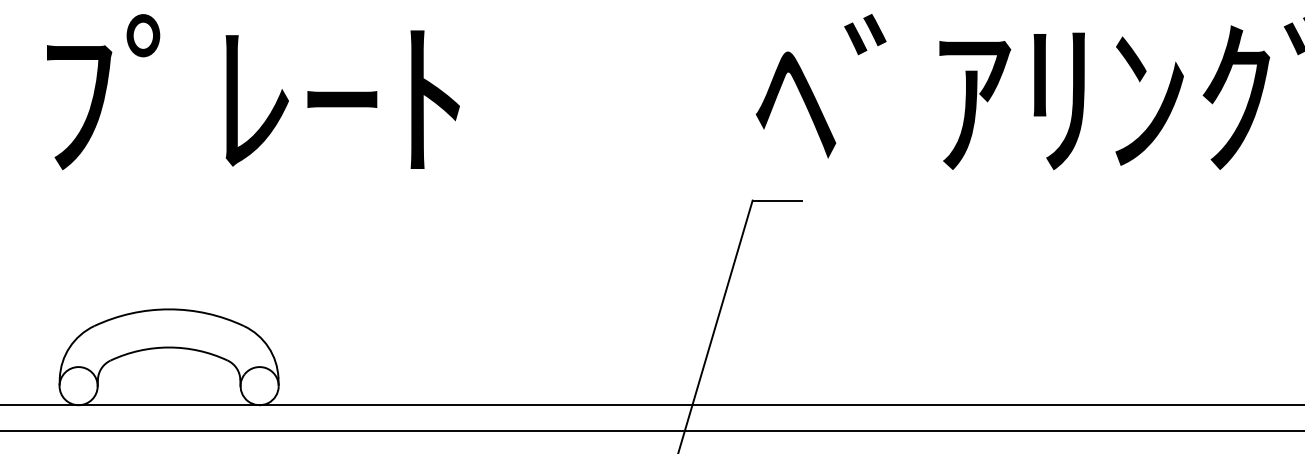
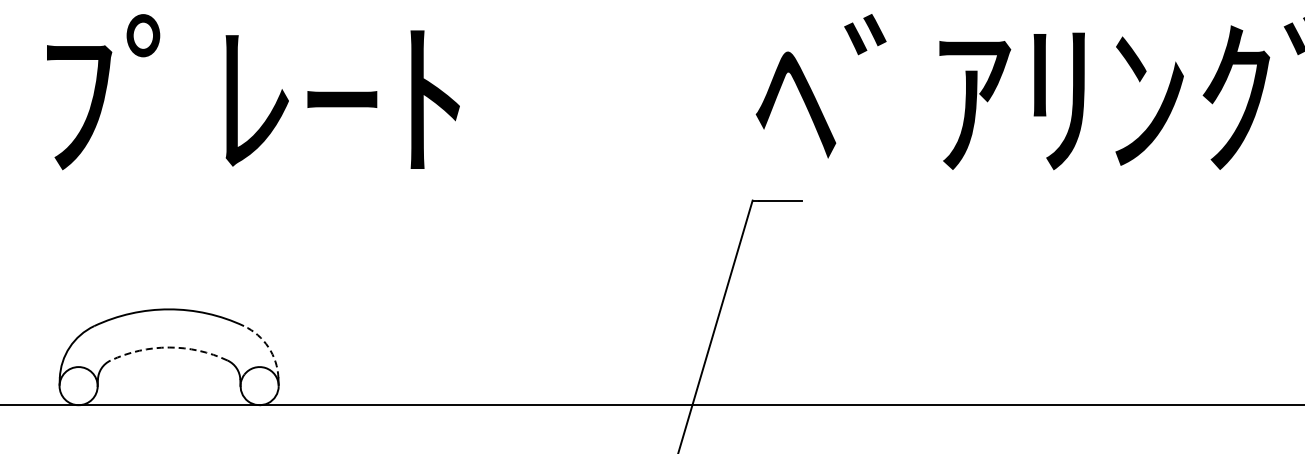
arc at (169, 347): solid -> dashed
arc at (268, 347): solid -> dashed
line at (651, 431): present -> none
